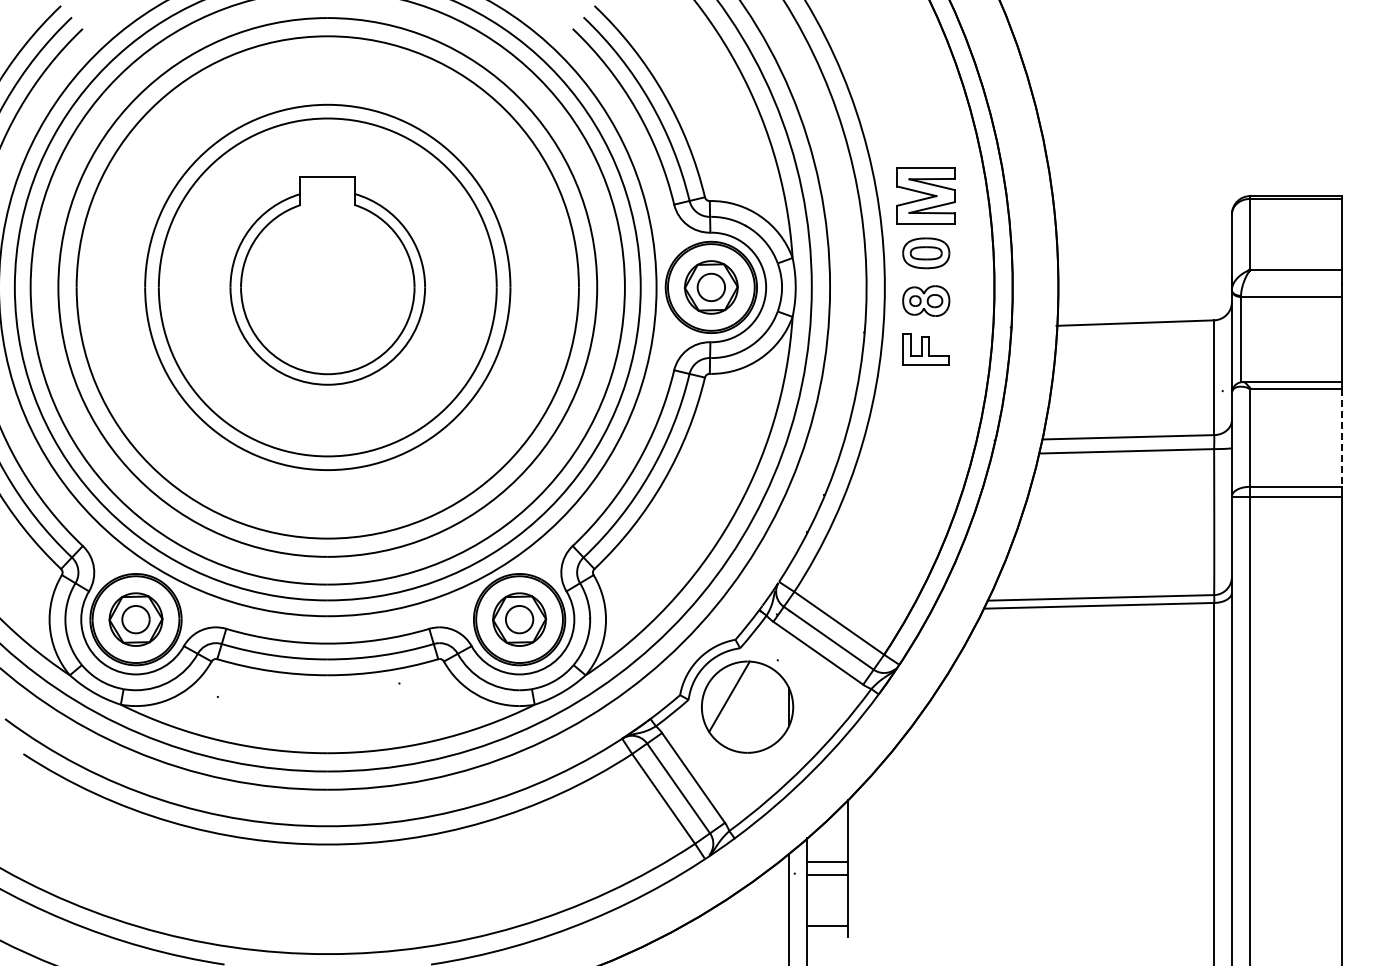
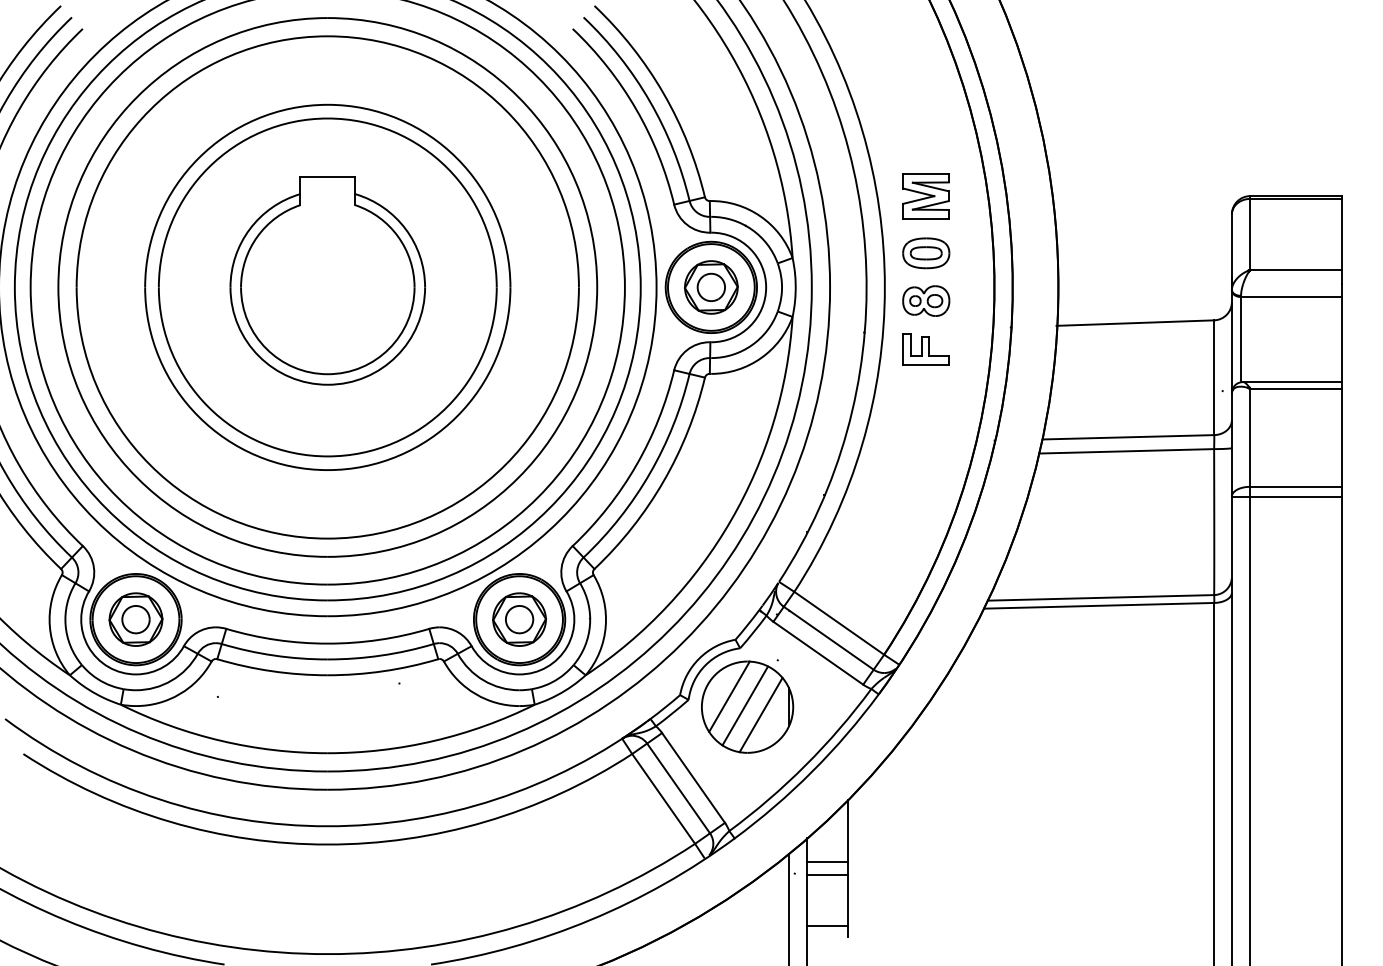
part at (925, 195) size: 60x58 px -> 48x47 px
line at (1341, 438): dashed -> solid
line at (745, 705): none -> present
line at (760, 714): none -> present
